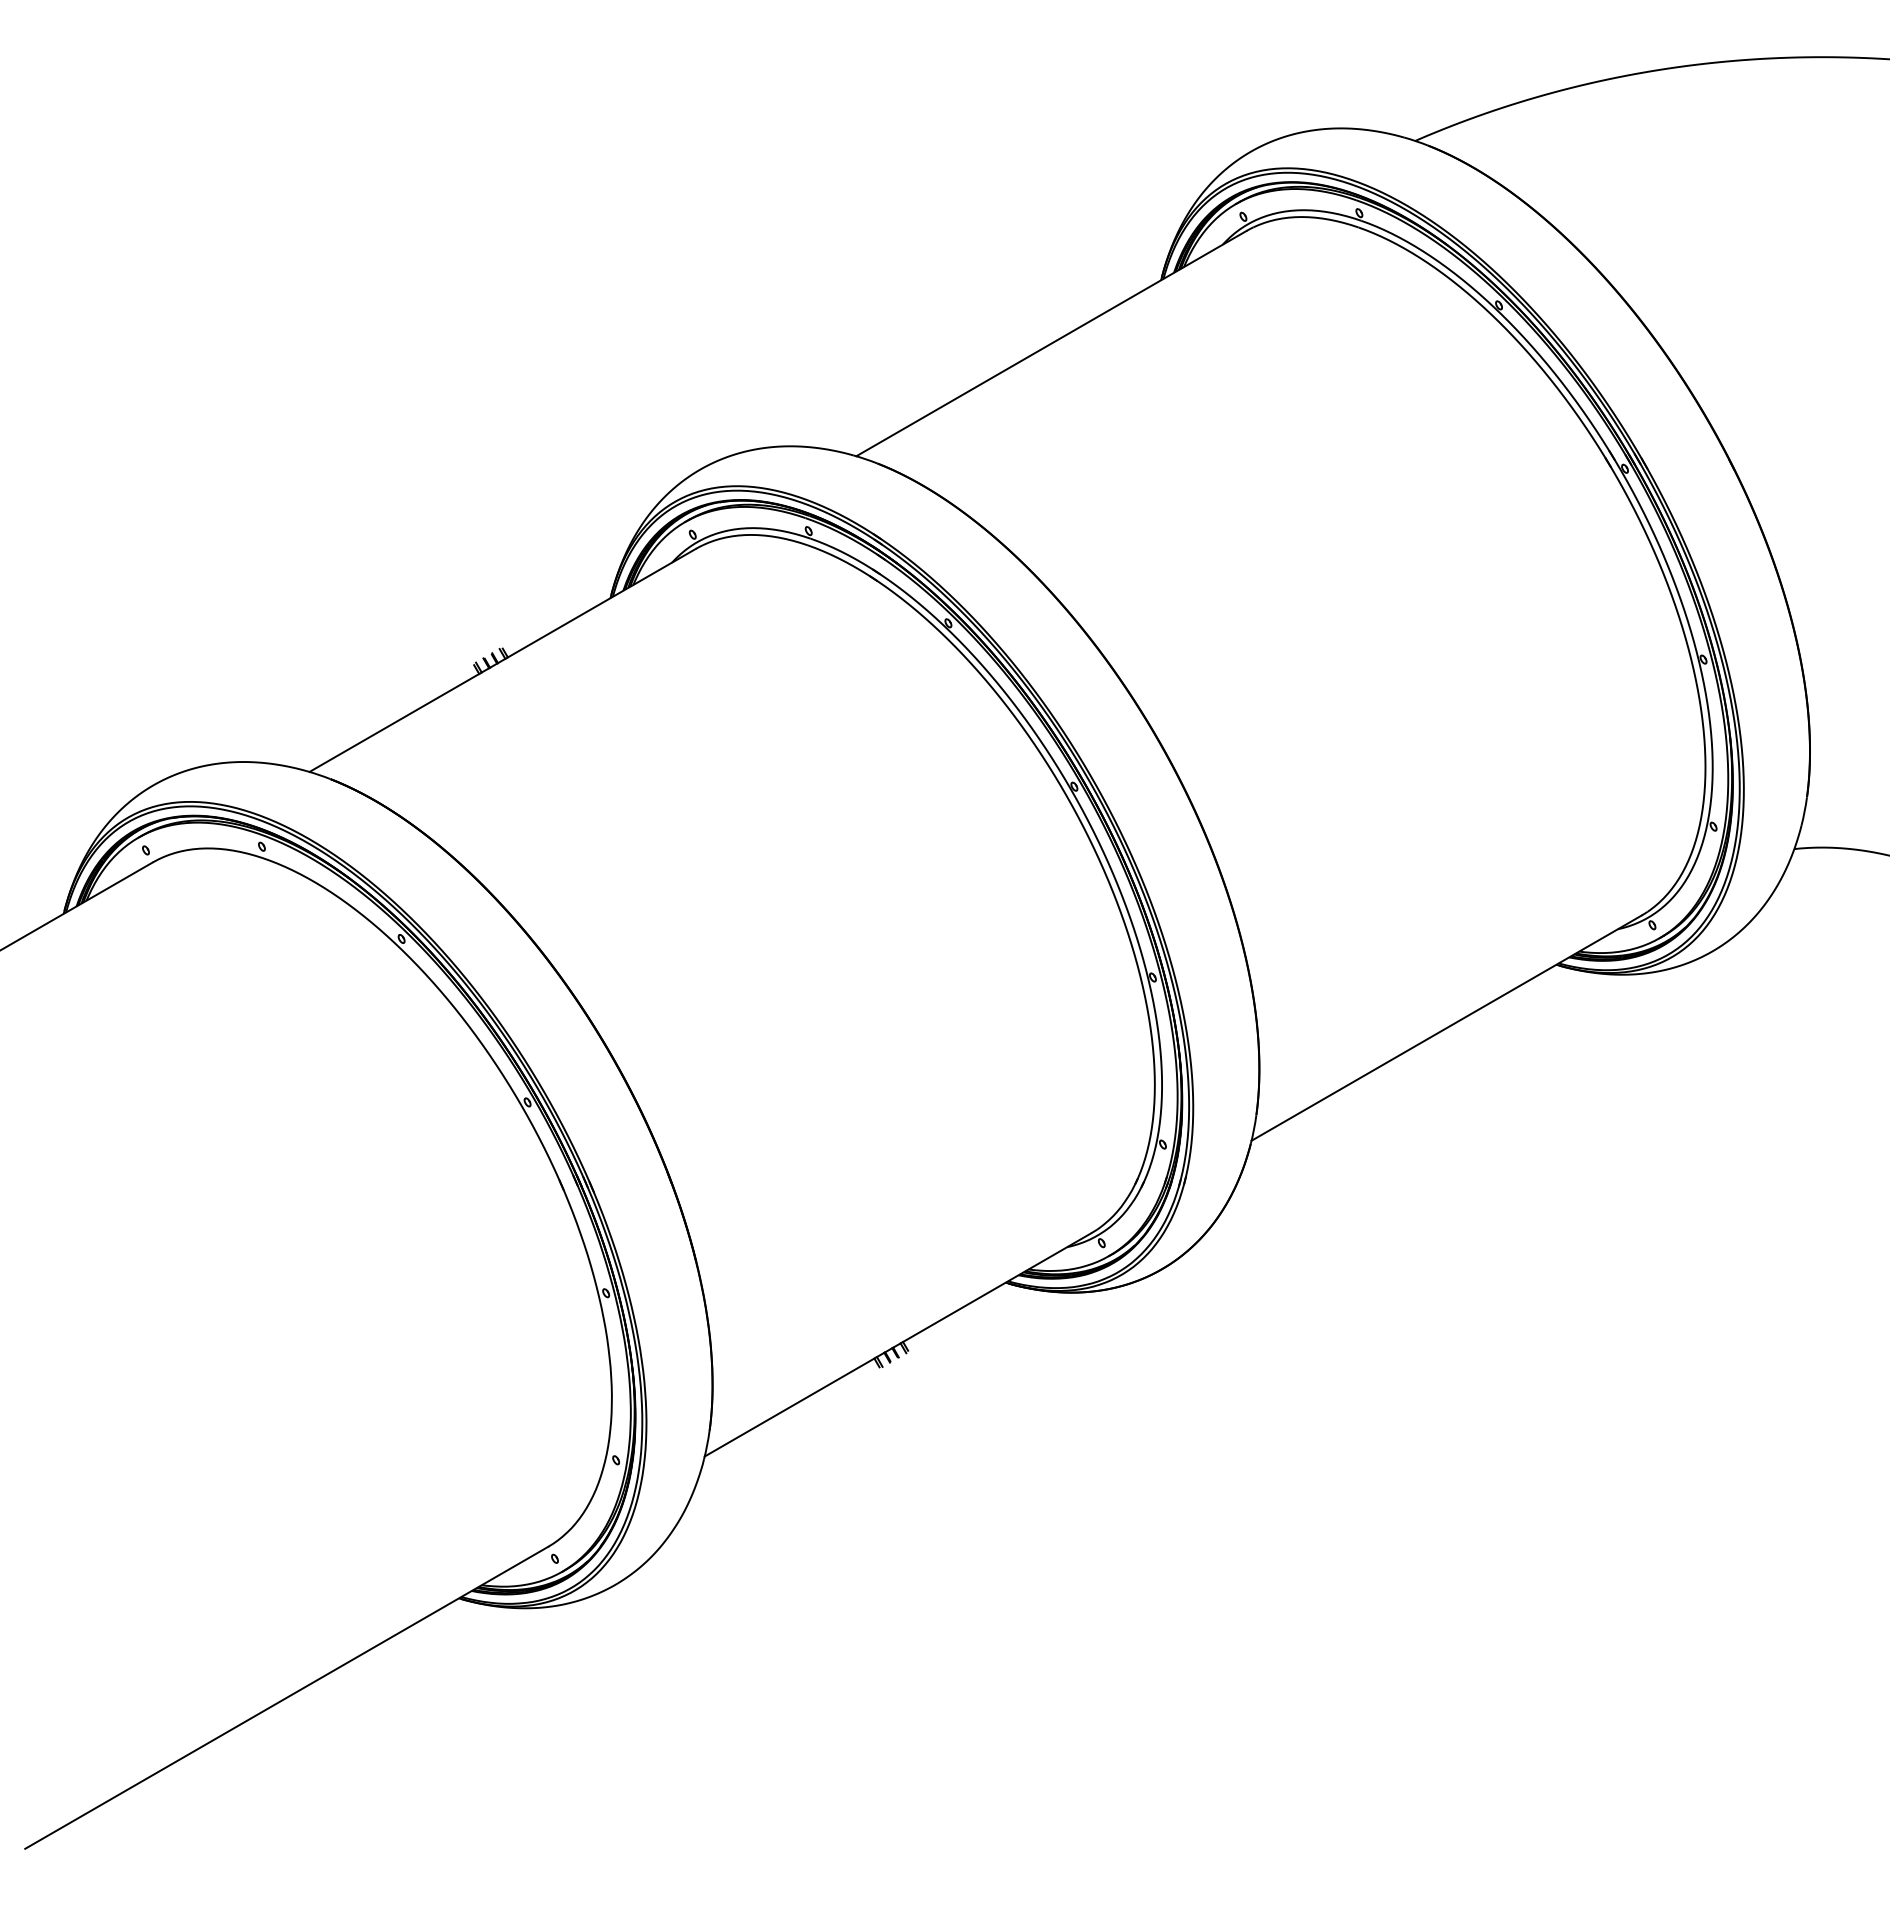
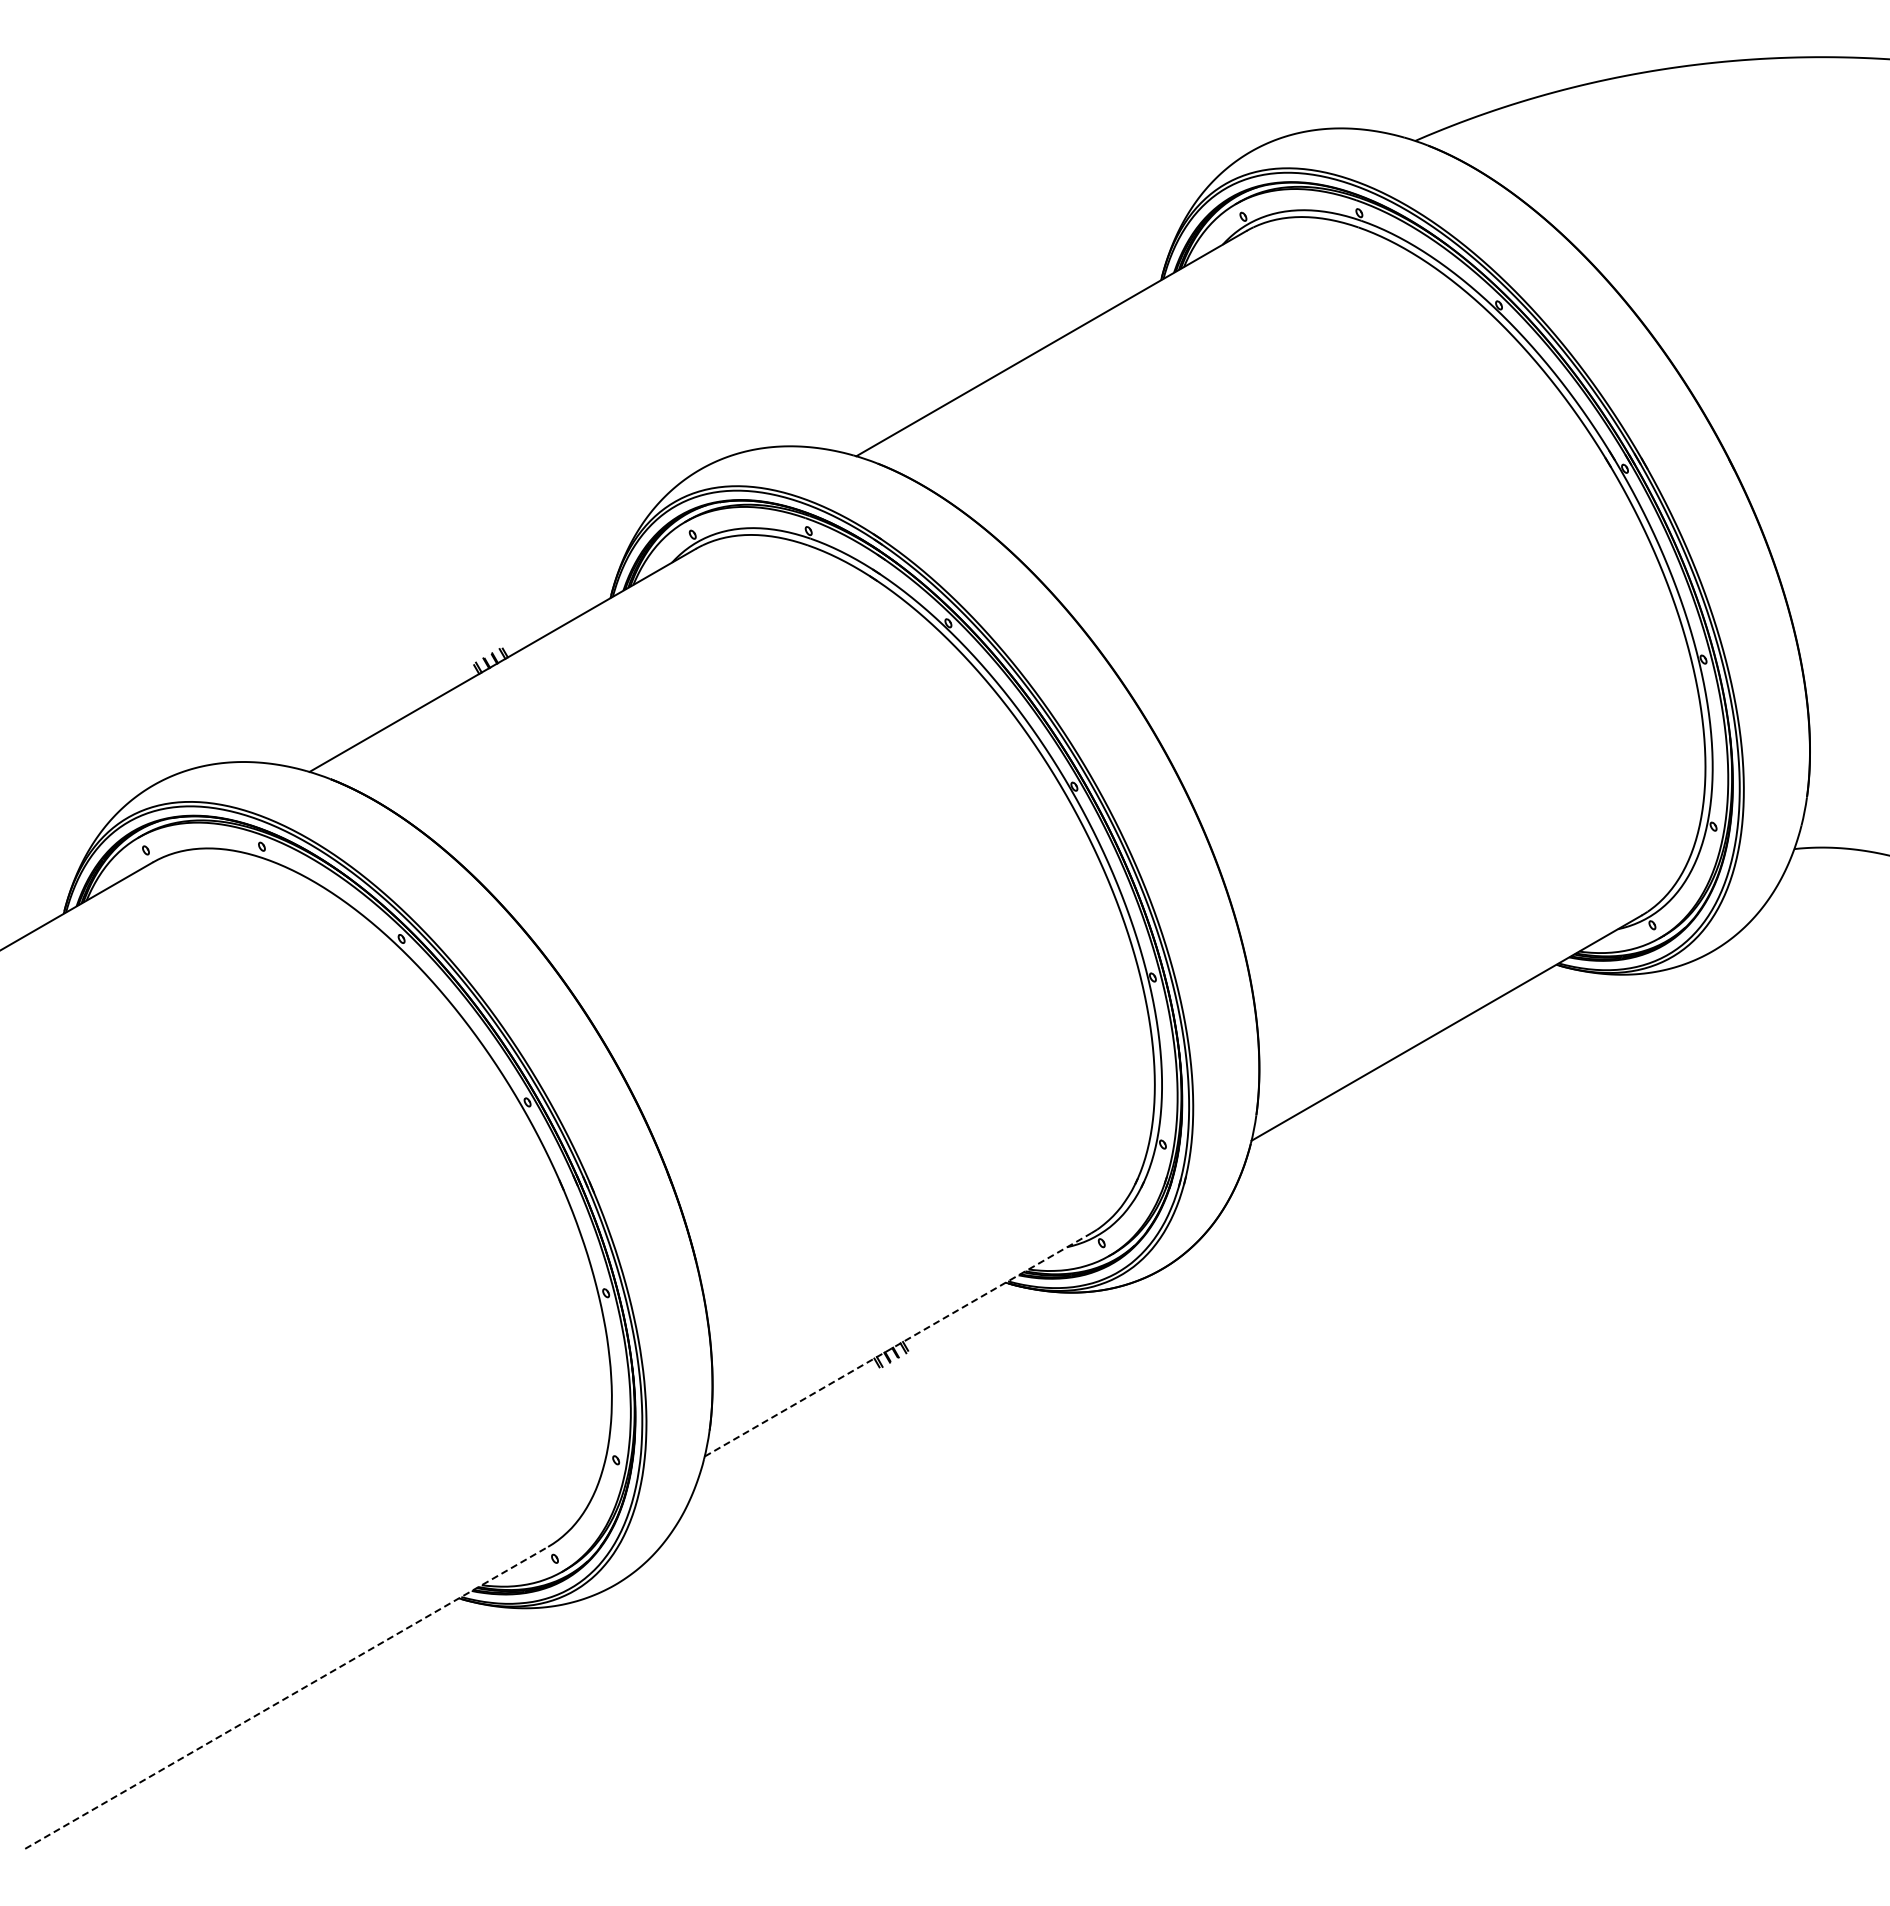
line at (898, 1344): solid -> dashed
line at (286, 1697): solid -> dashed
